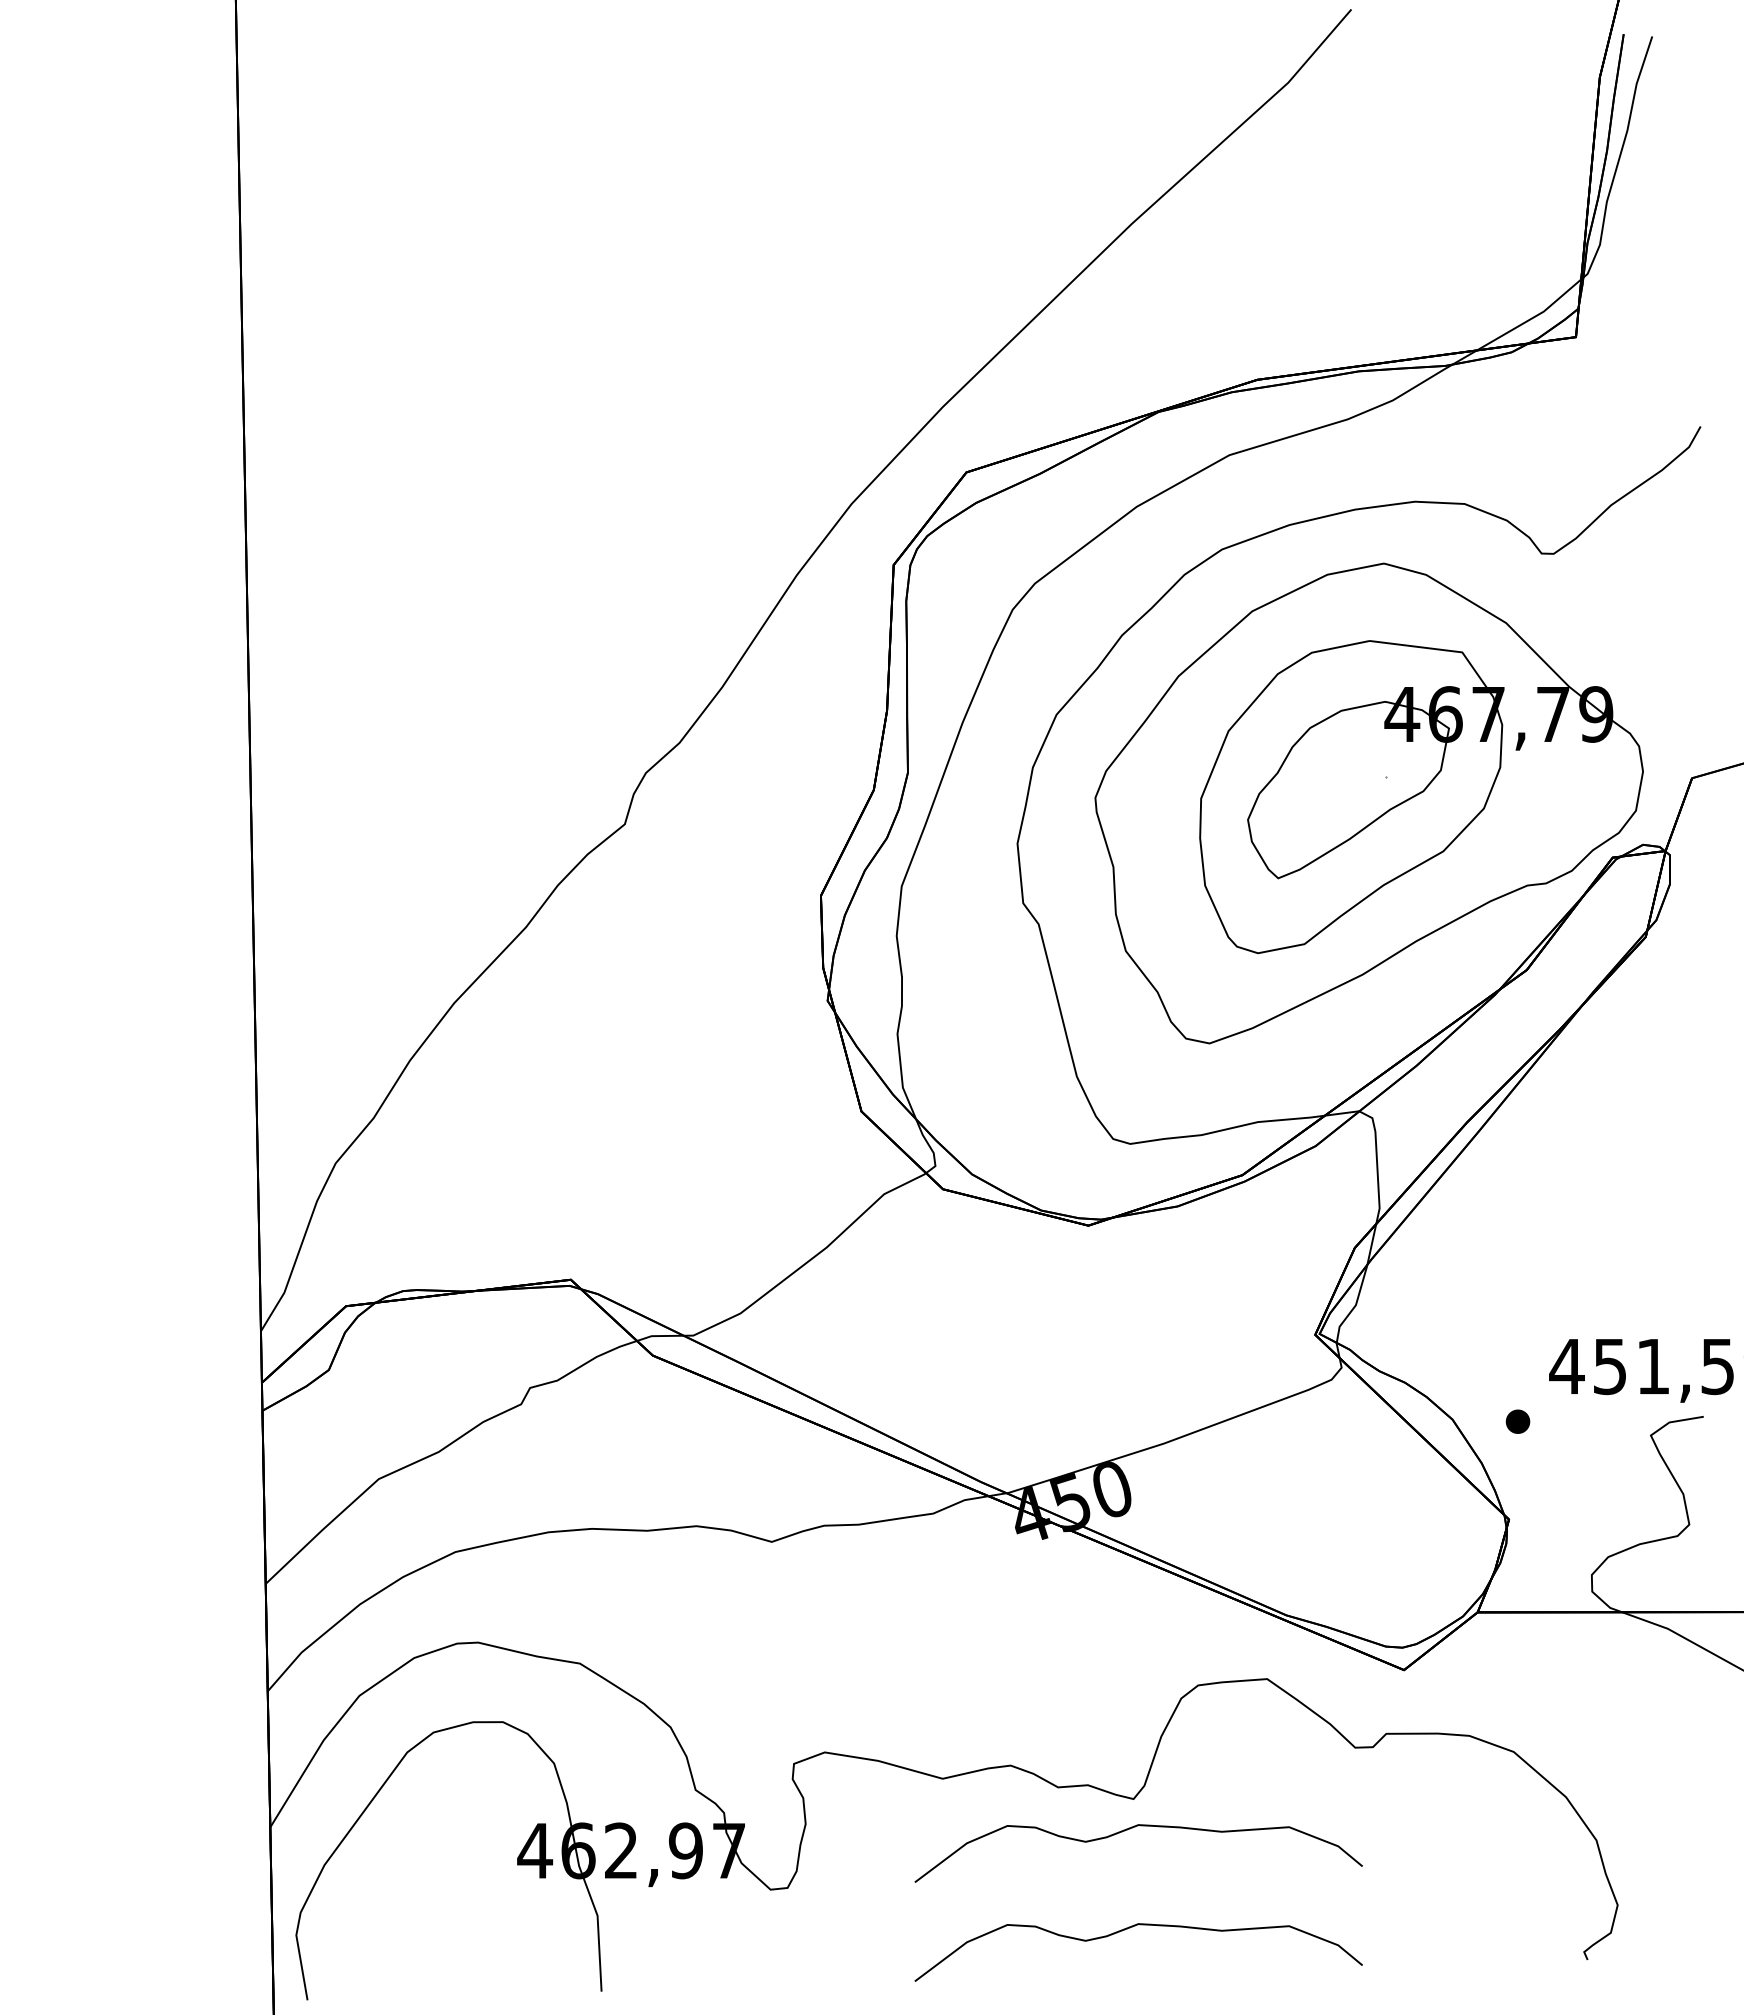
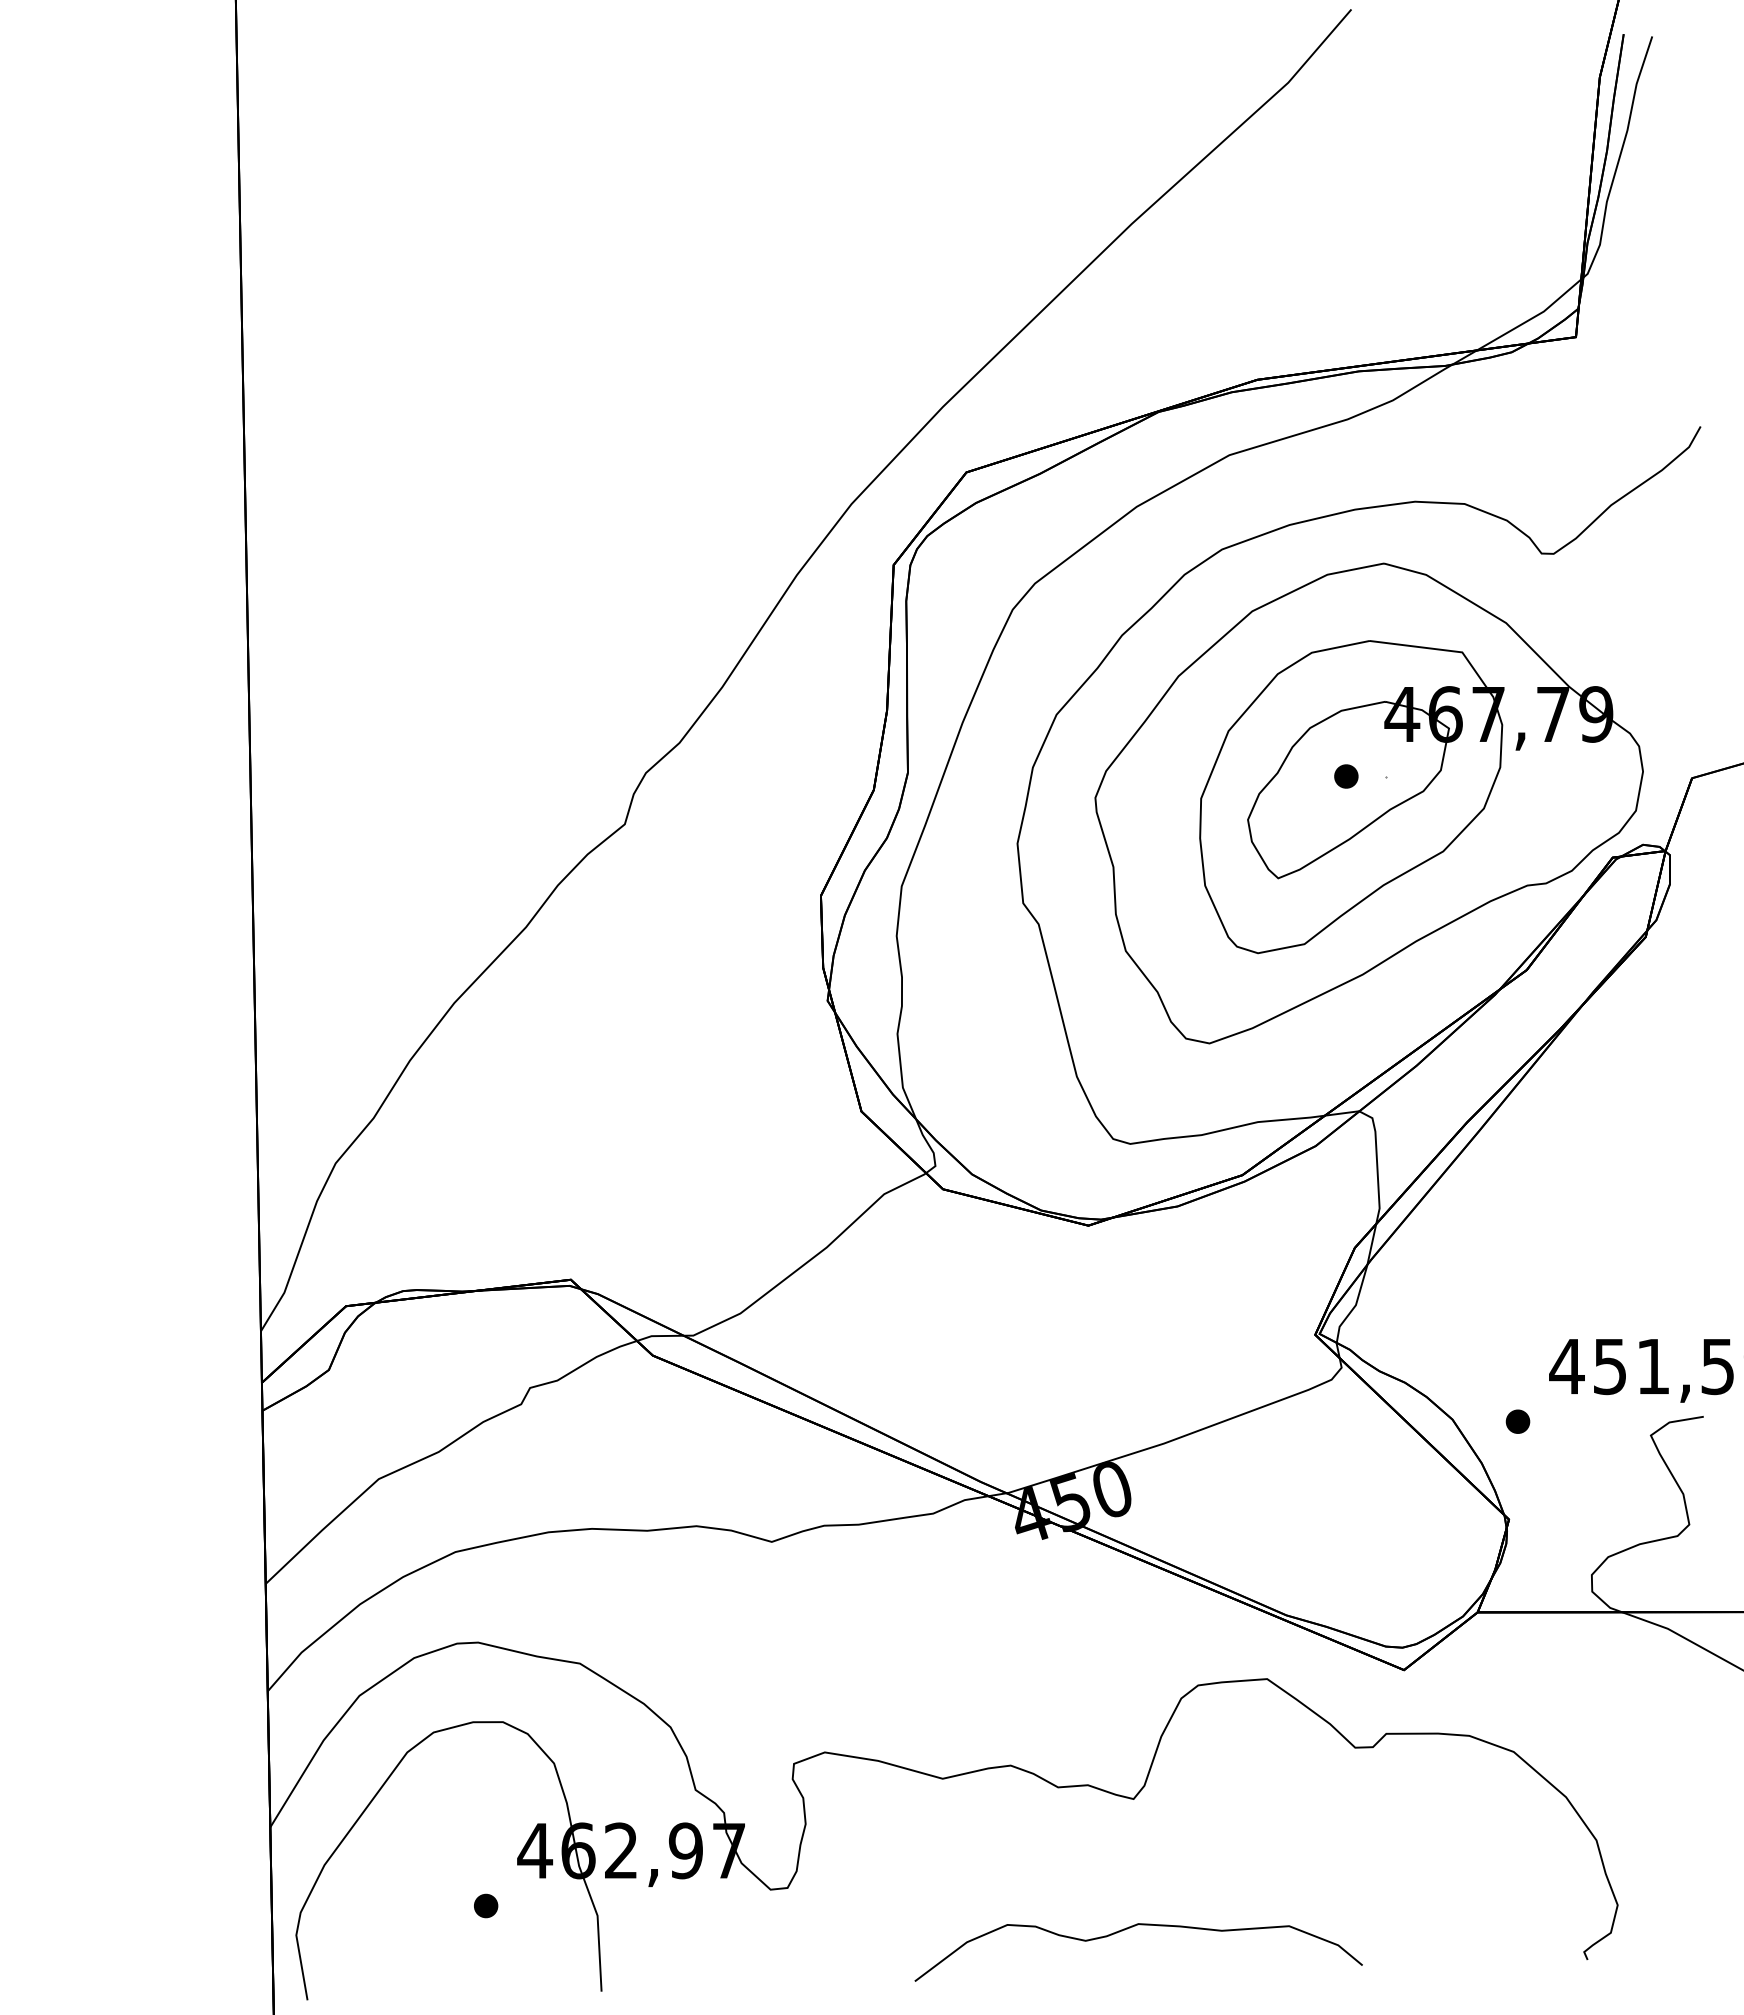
part at (1346, 776): none -> present
curve at (1130, 1829): present -> none
part at (486, 1905): none -> present
